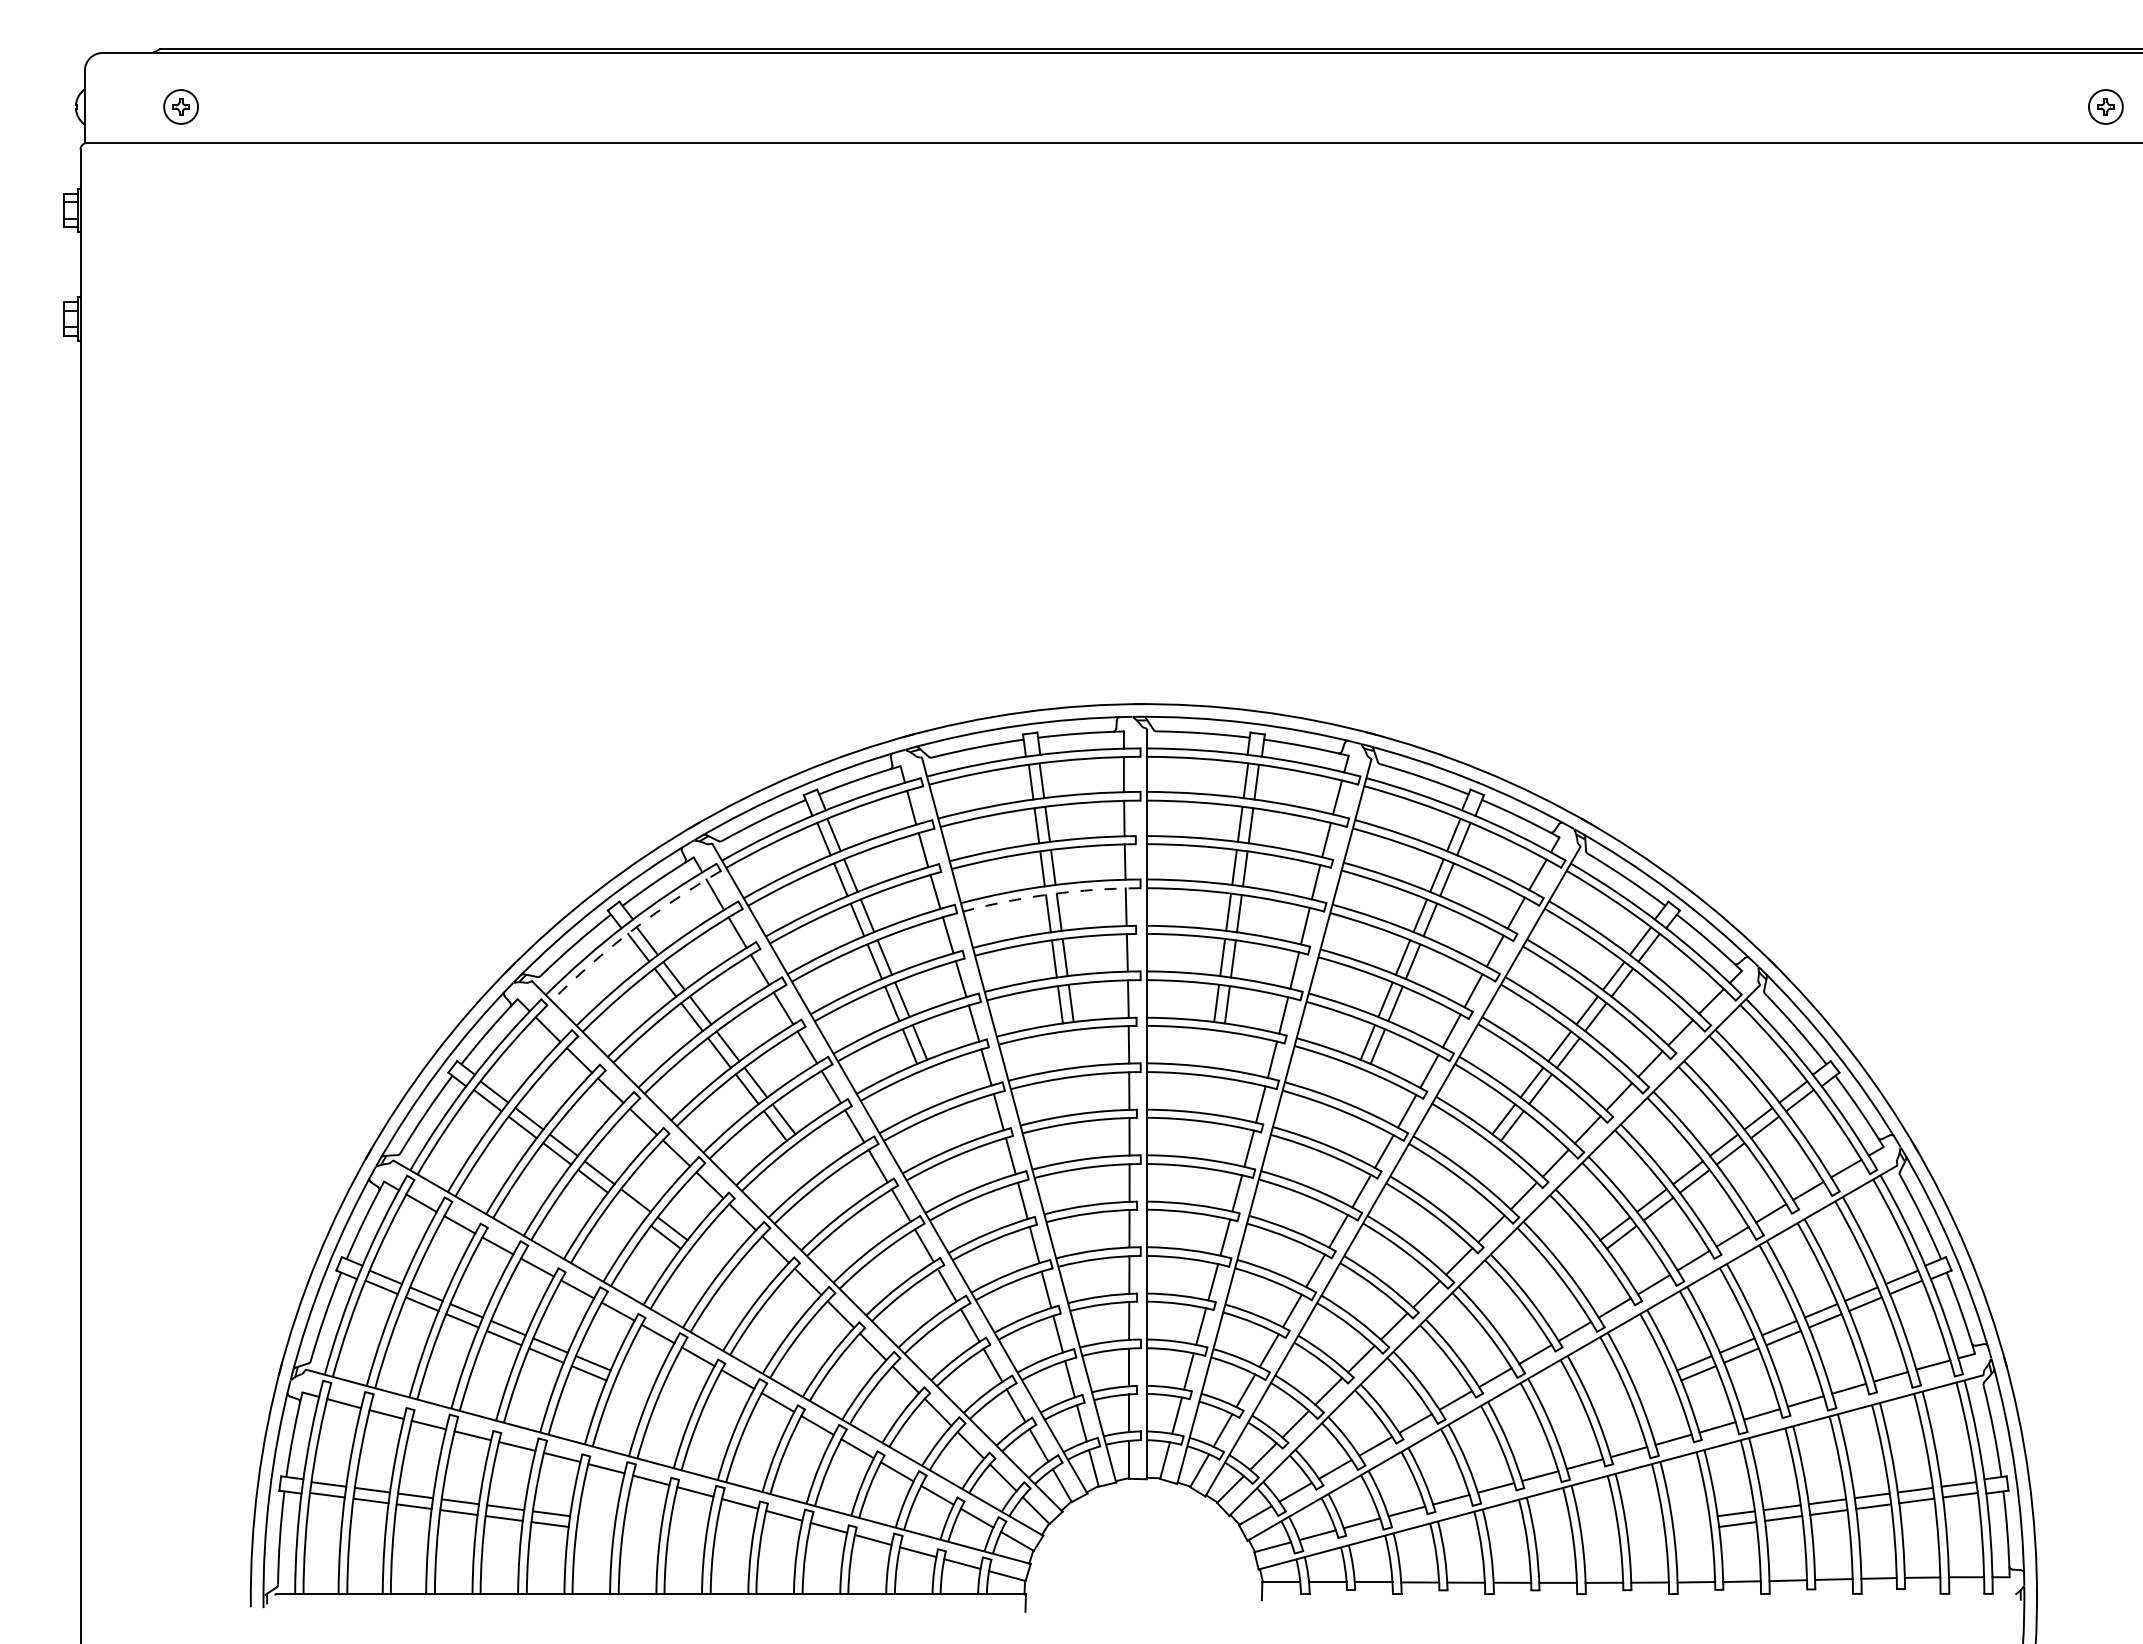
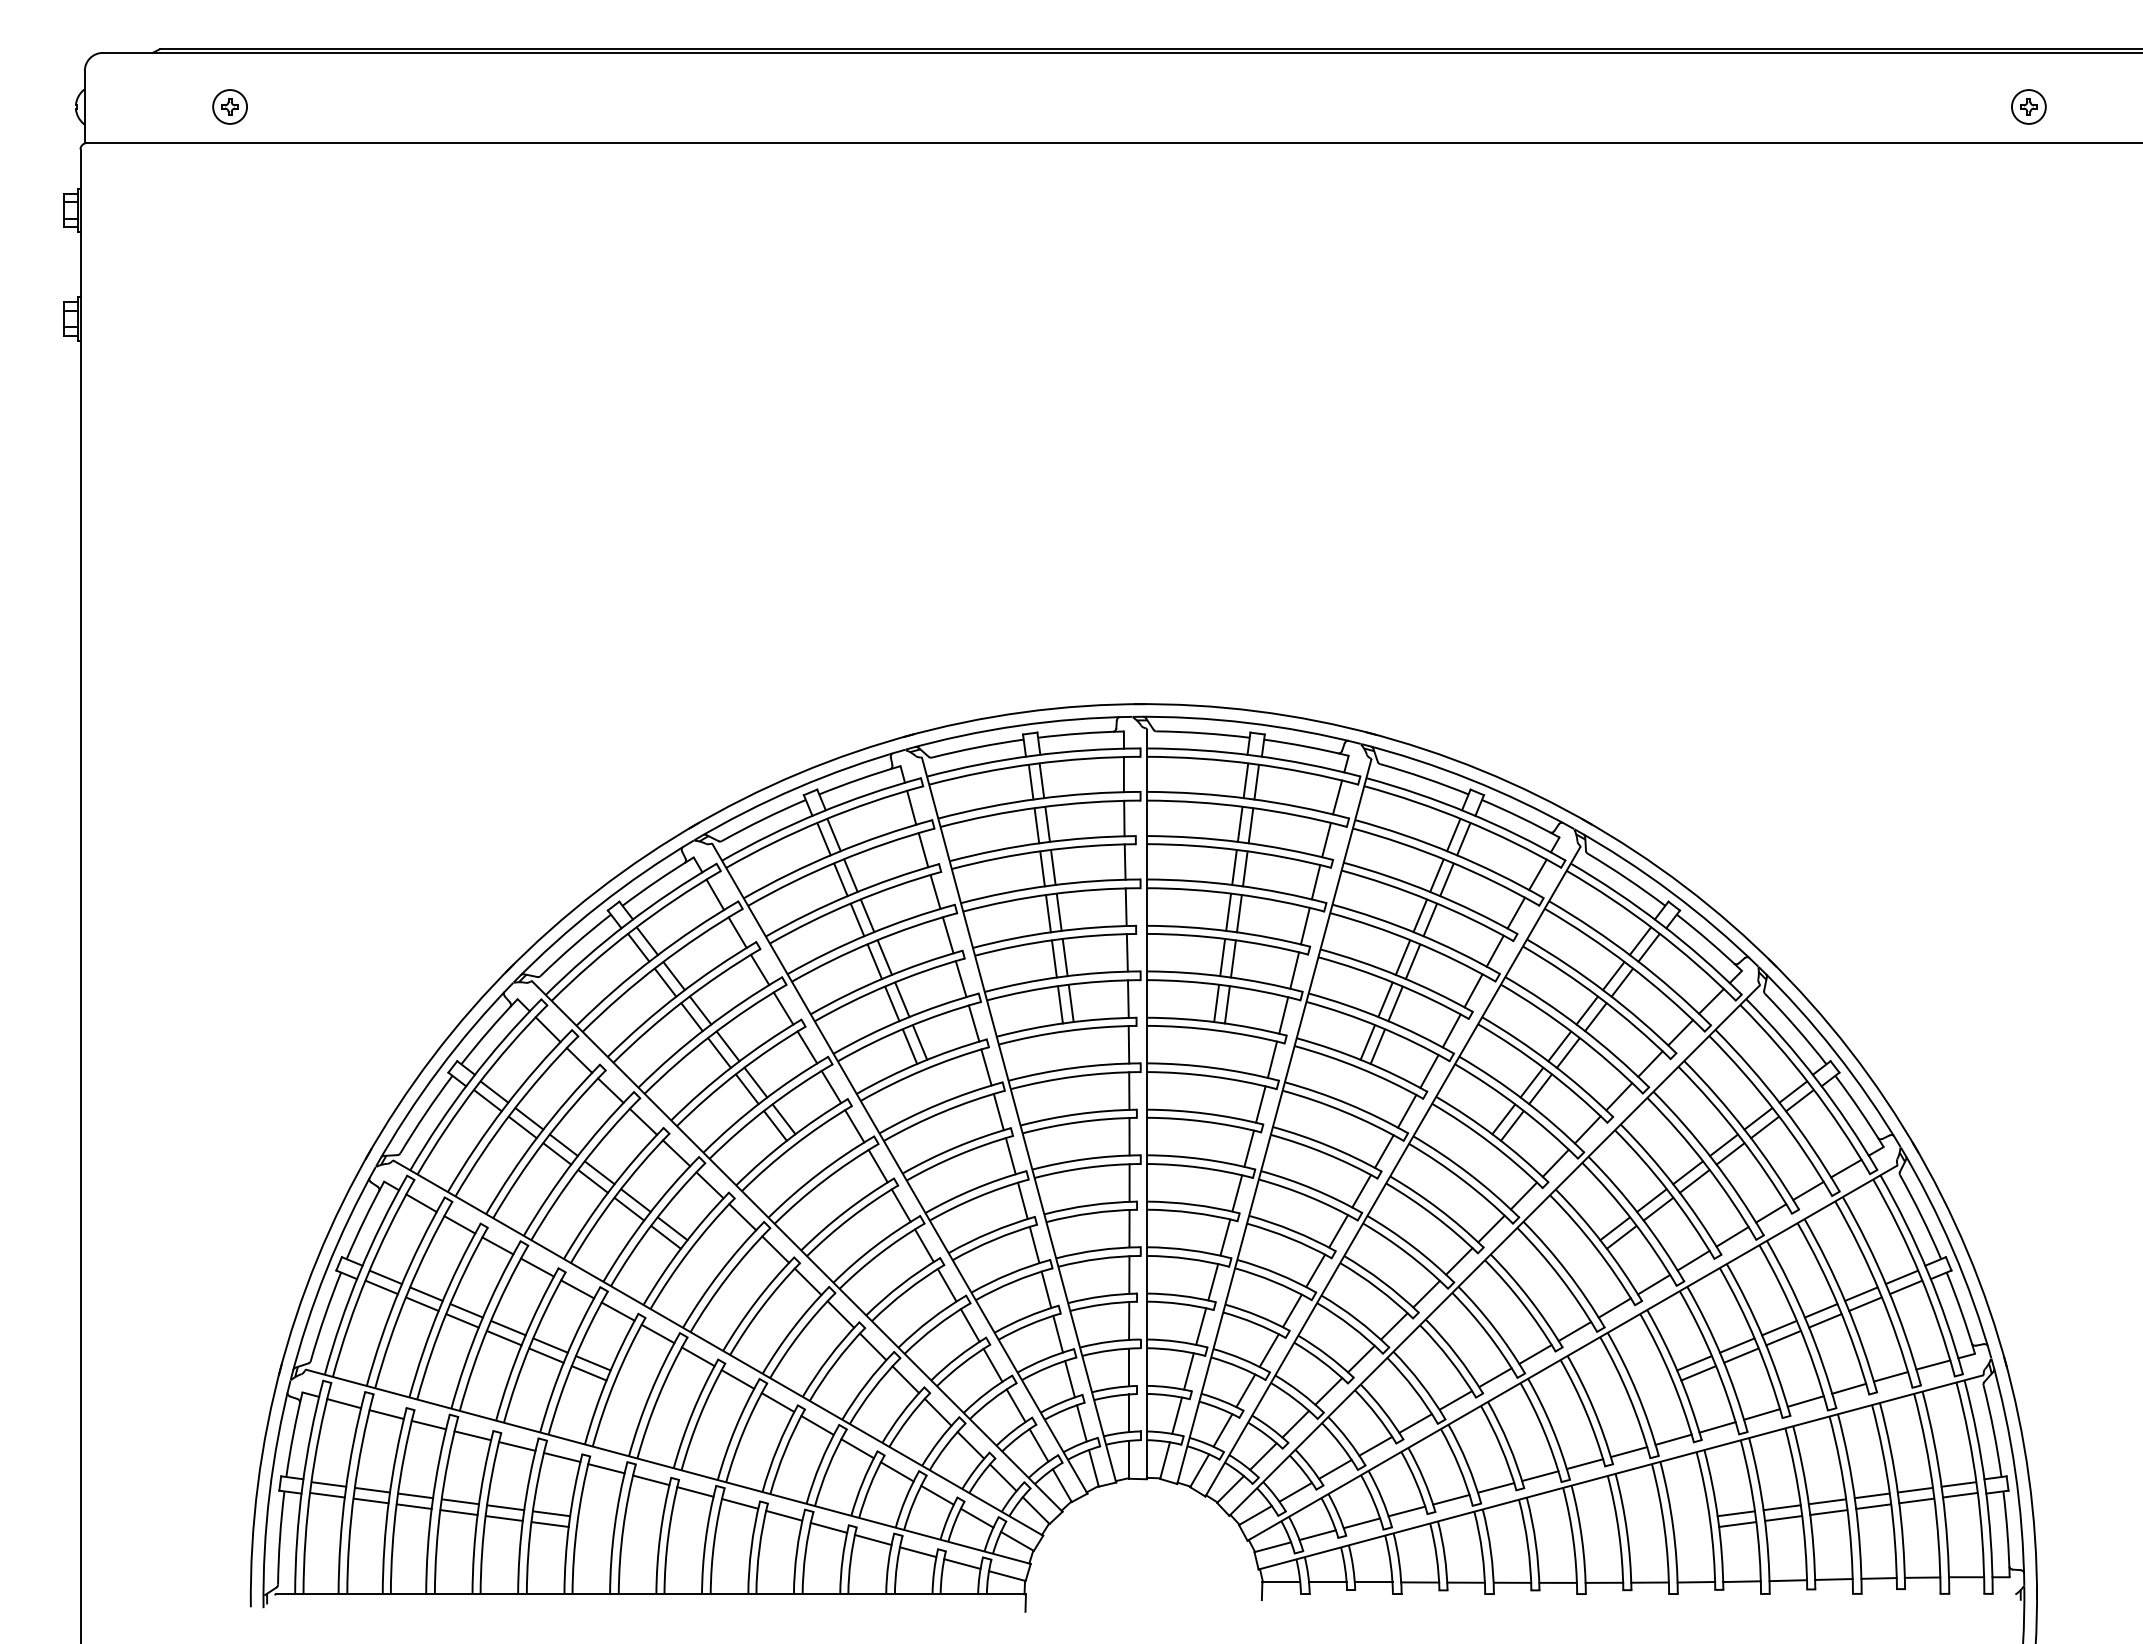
part at (180, 106) position: (180, 106) -> (229, 106)
part at (2105, 106) position: (2105, 106) -> (2028, 106)
arc at (1051, 894): dashed -> solid
arc at (632, 930): dashed -> solid
line at (629, 1208): none -> present
